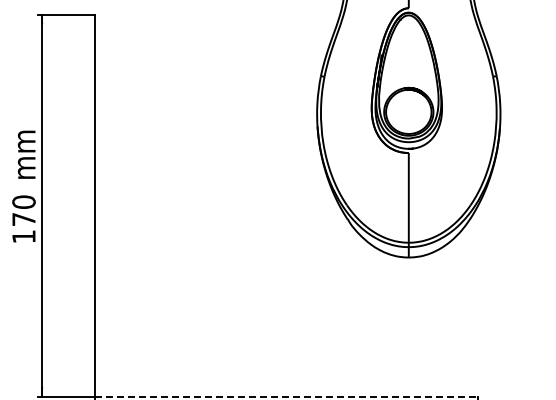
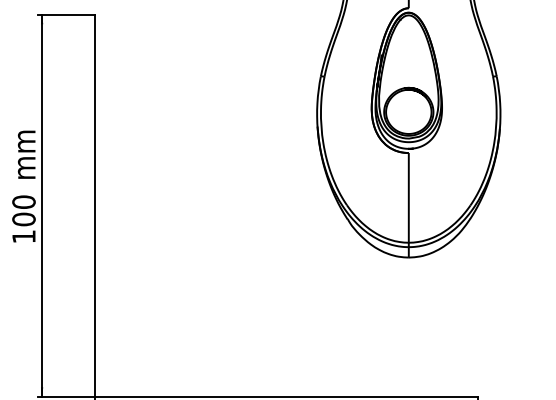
text at (23, 219): 170 -> 100
line at (286, 396): dashed -> solid
